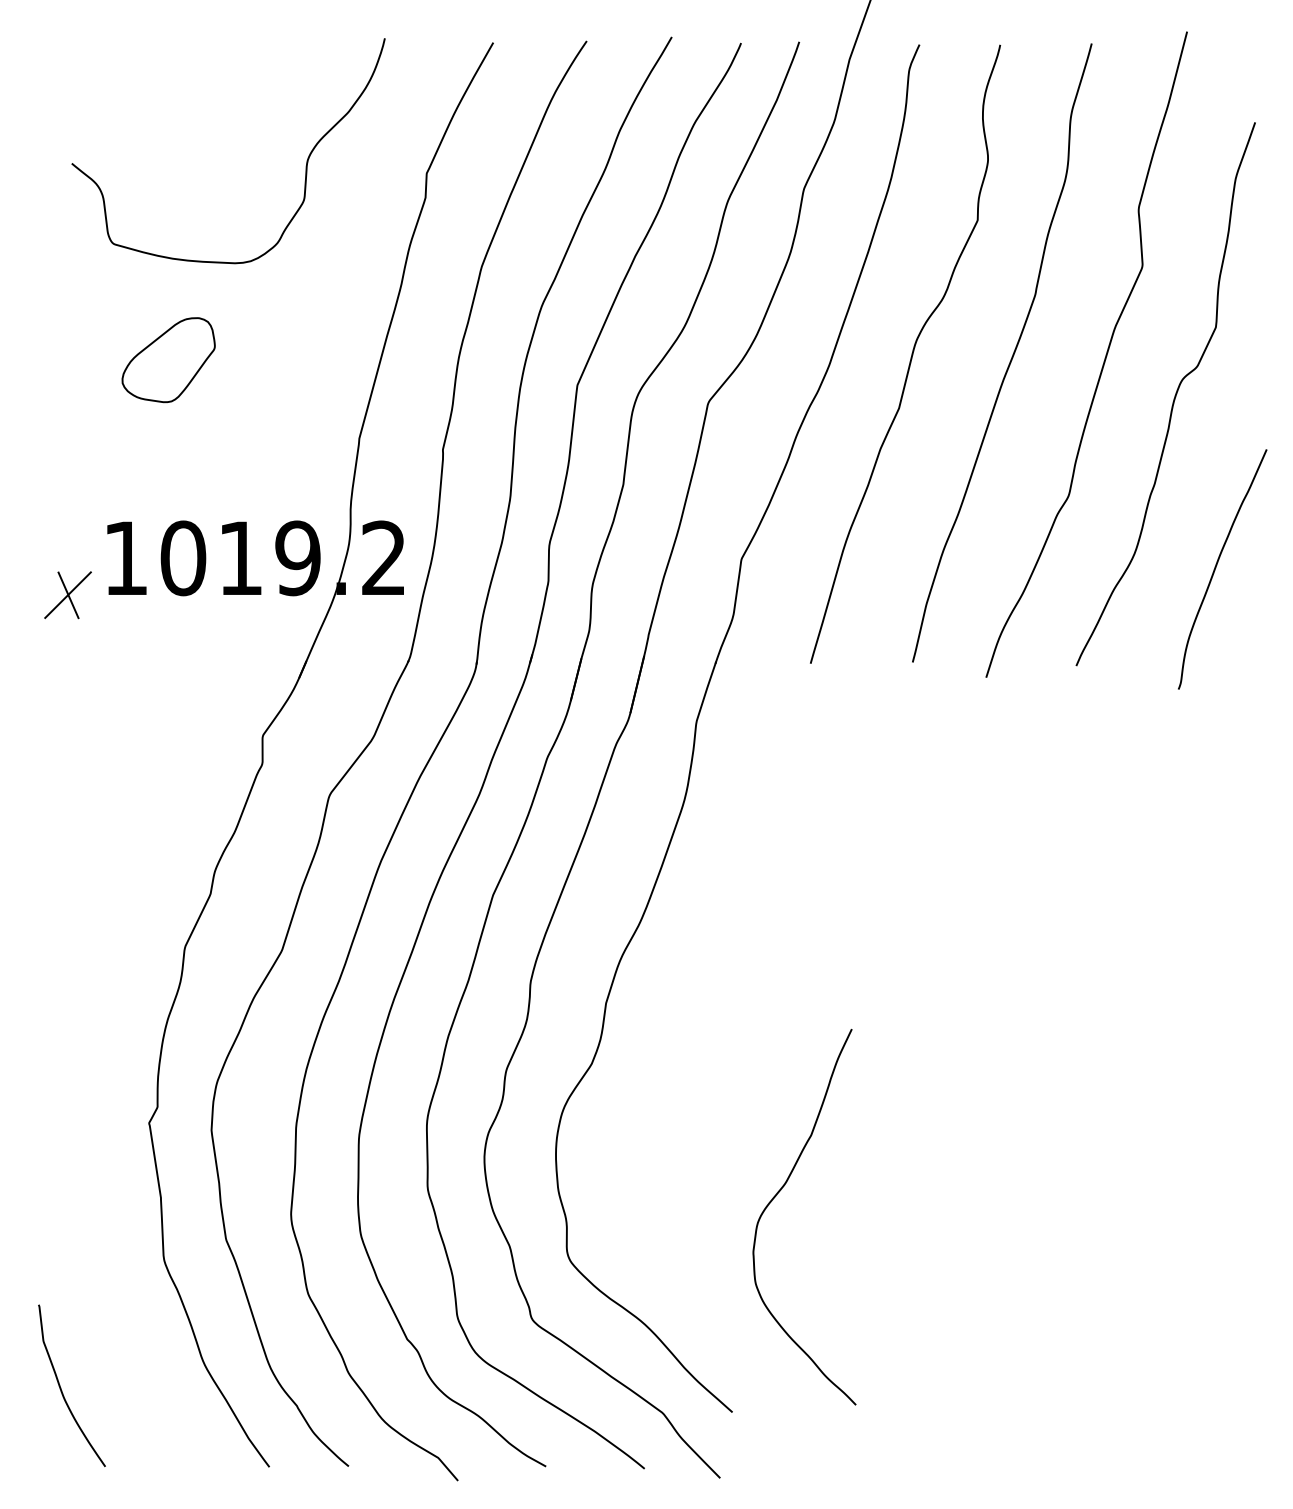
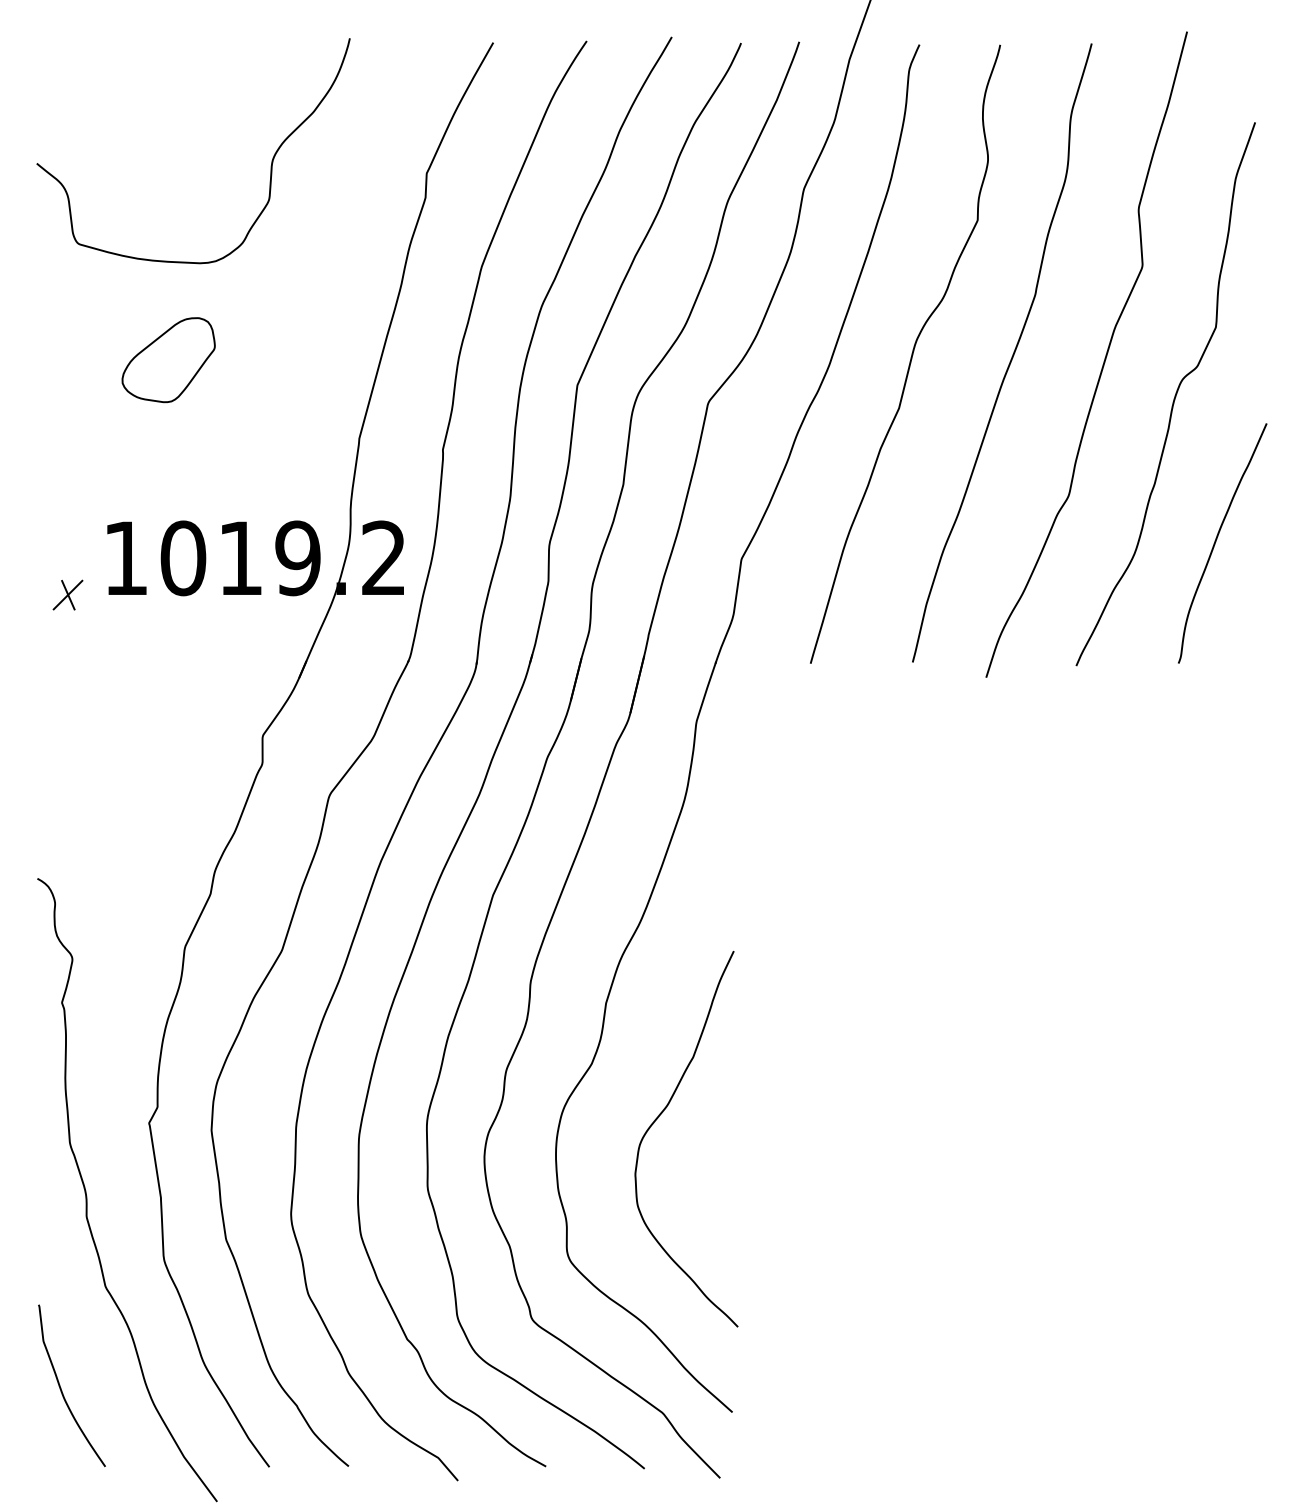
curve at (305, 166) position: (305, 166) -> (270, 166)
curve at (1216, 568) position: (1216, 568) -> (1216, 542)
part at (67, 595) size: 48x49 px -> 32x32 px
curve at (87, 1196): none -> present
curve at (776, 1196) position: (776, 1196) -> (658, 1118)
